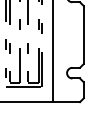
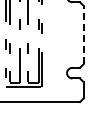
line at (83, 35): solid -> dashed
line at (53, 52): present -> none
